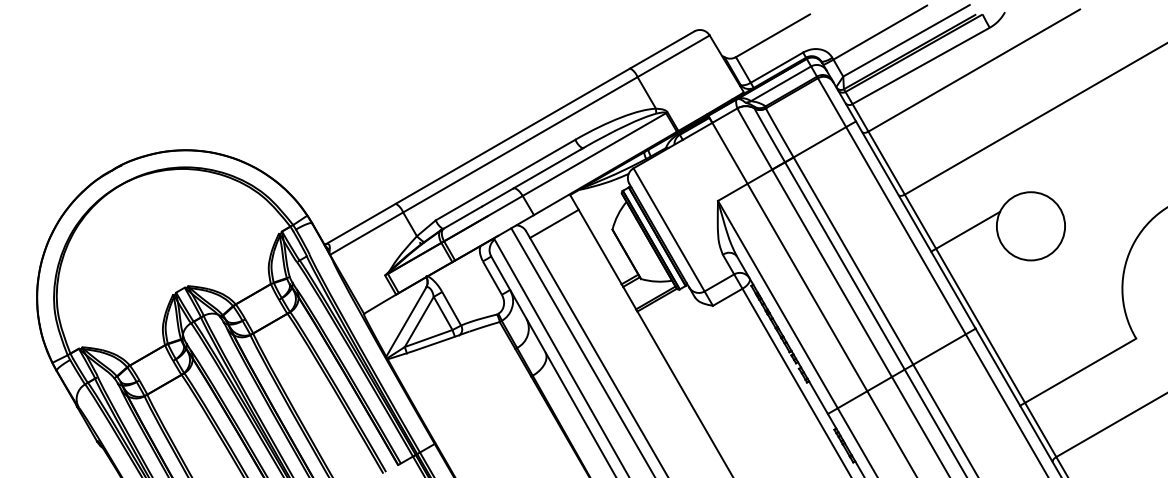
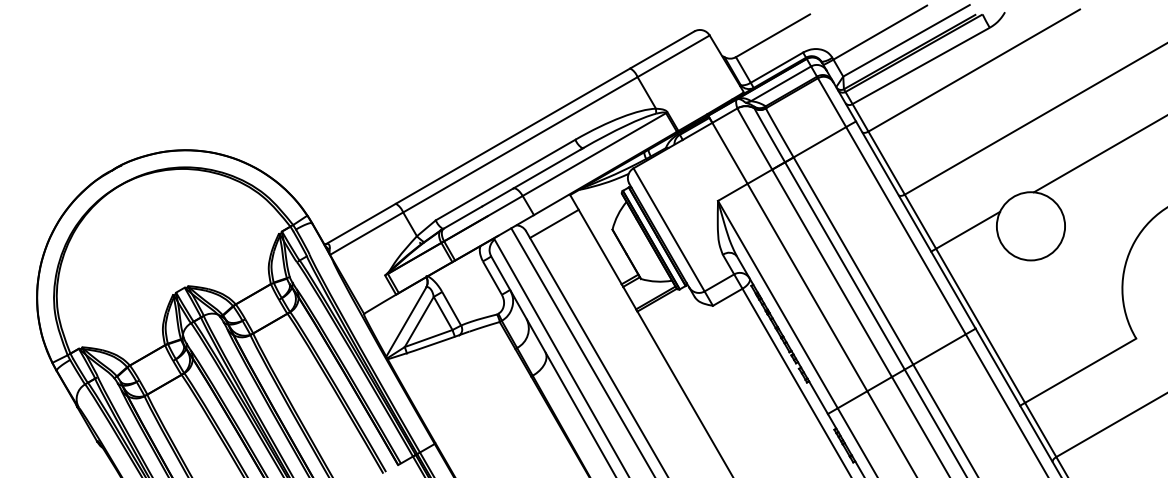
line at (1098, 154): none -> present
